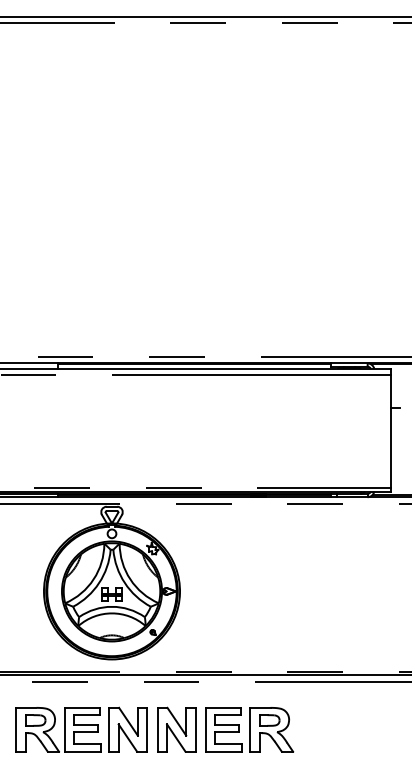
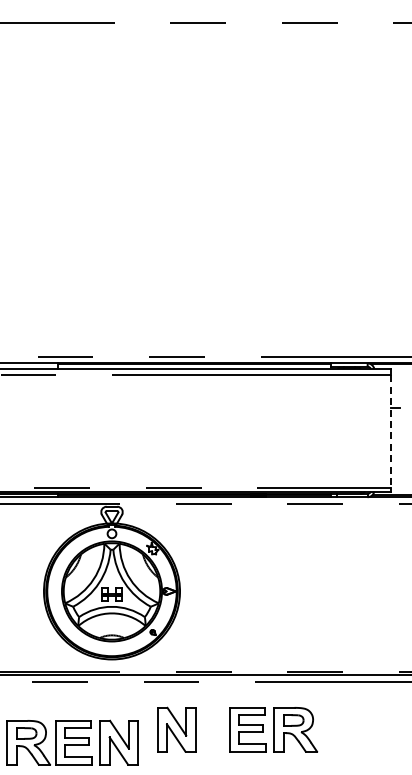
line at (205, 16): present -> none
line at (390, 432): solid -> dashed
part at (81, 729) position: (81, 729) -> (72, 742)
part at (249, 729) position: (249, 729) -> (273, 729)
